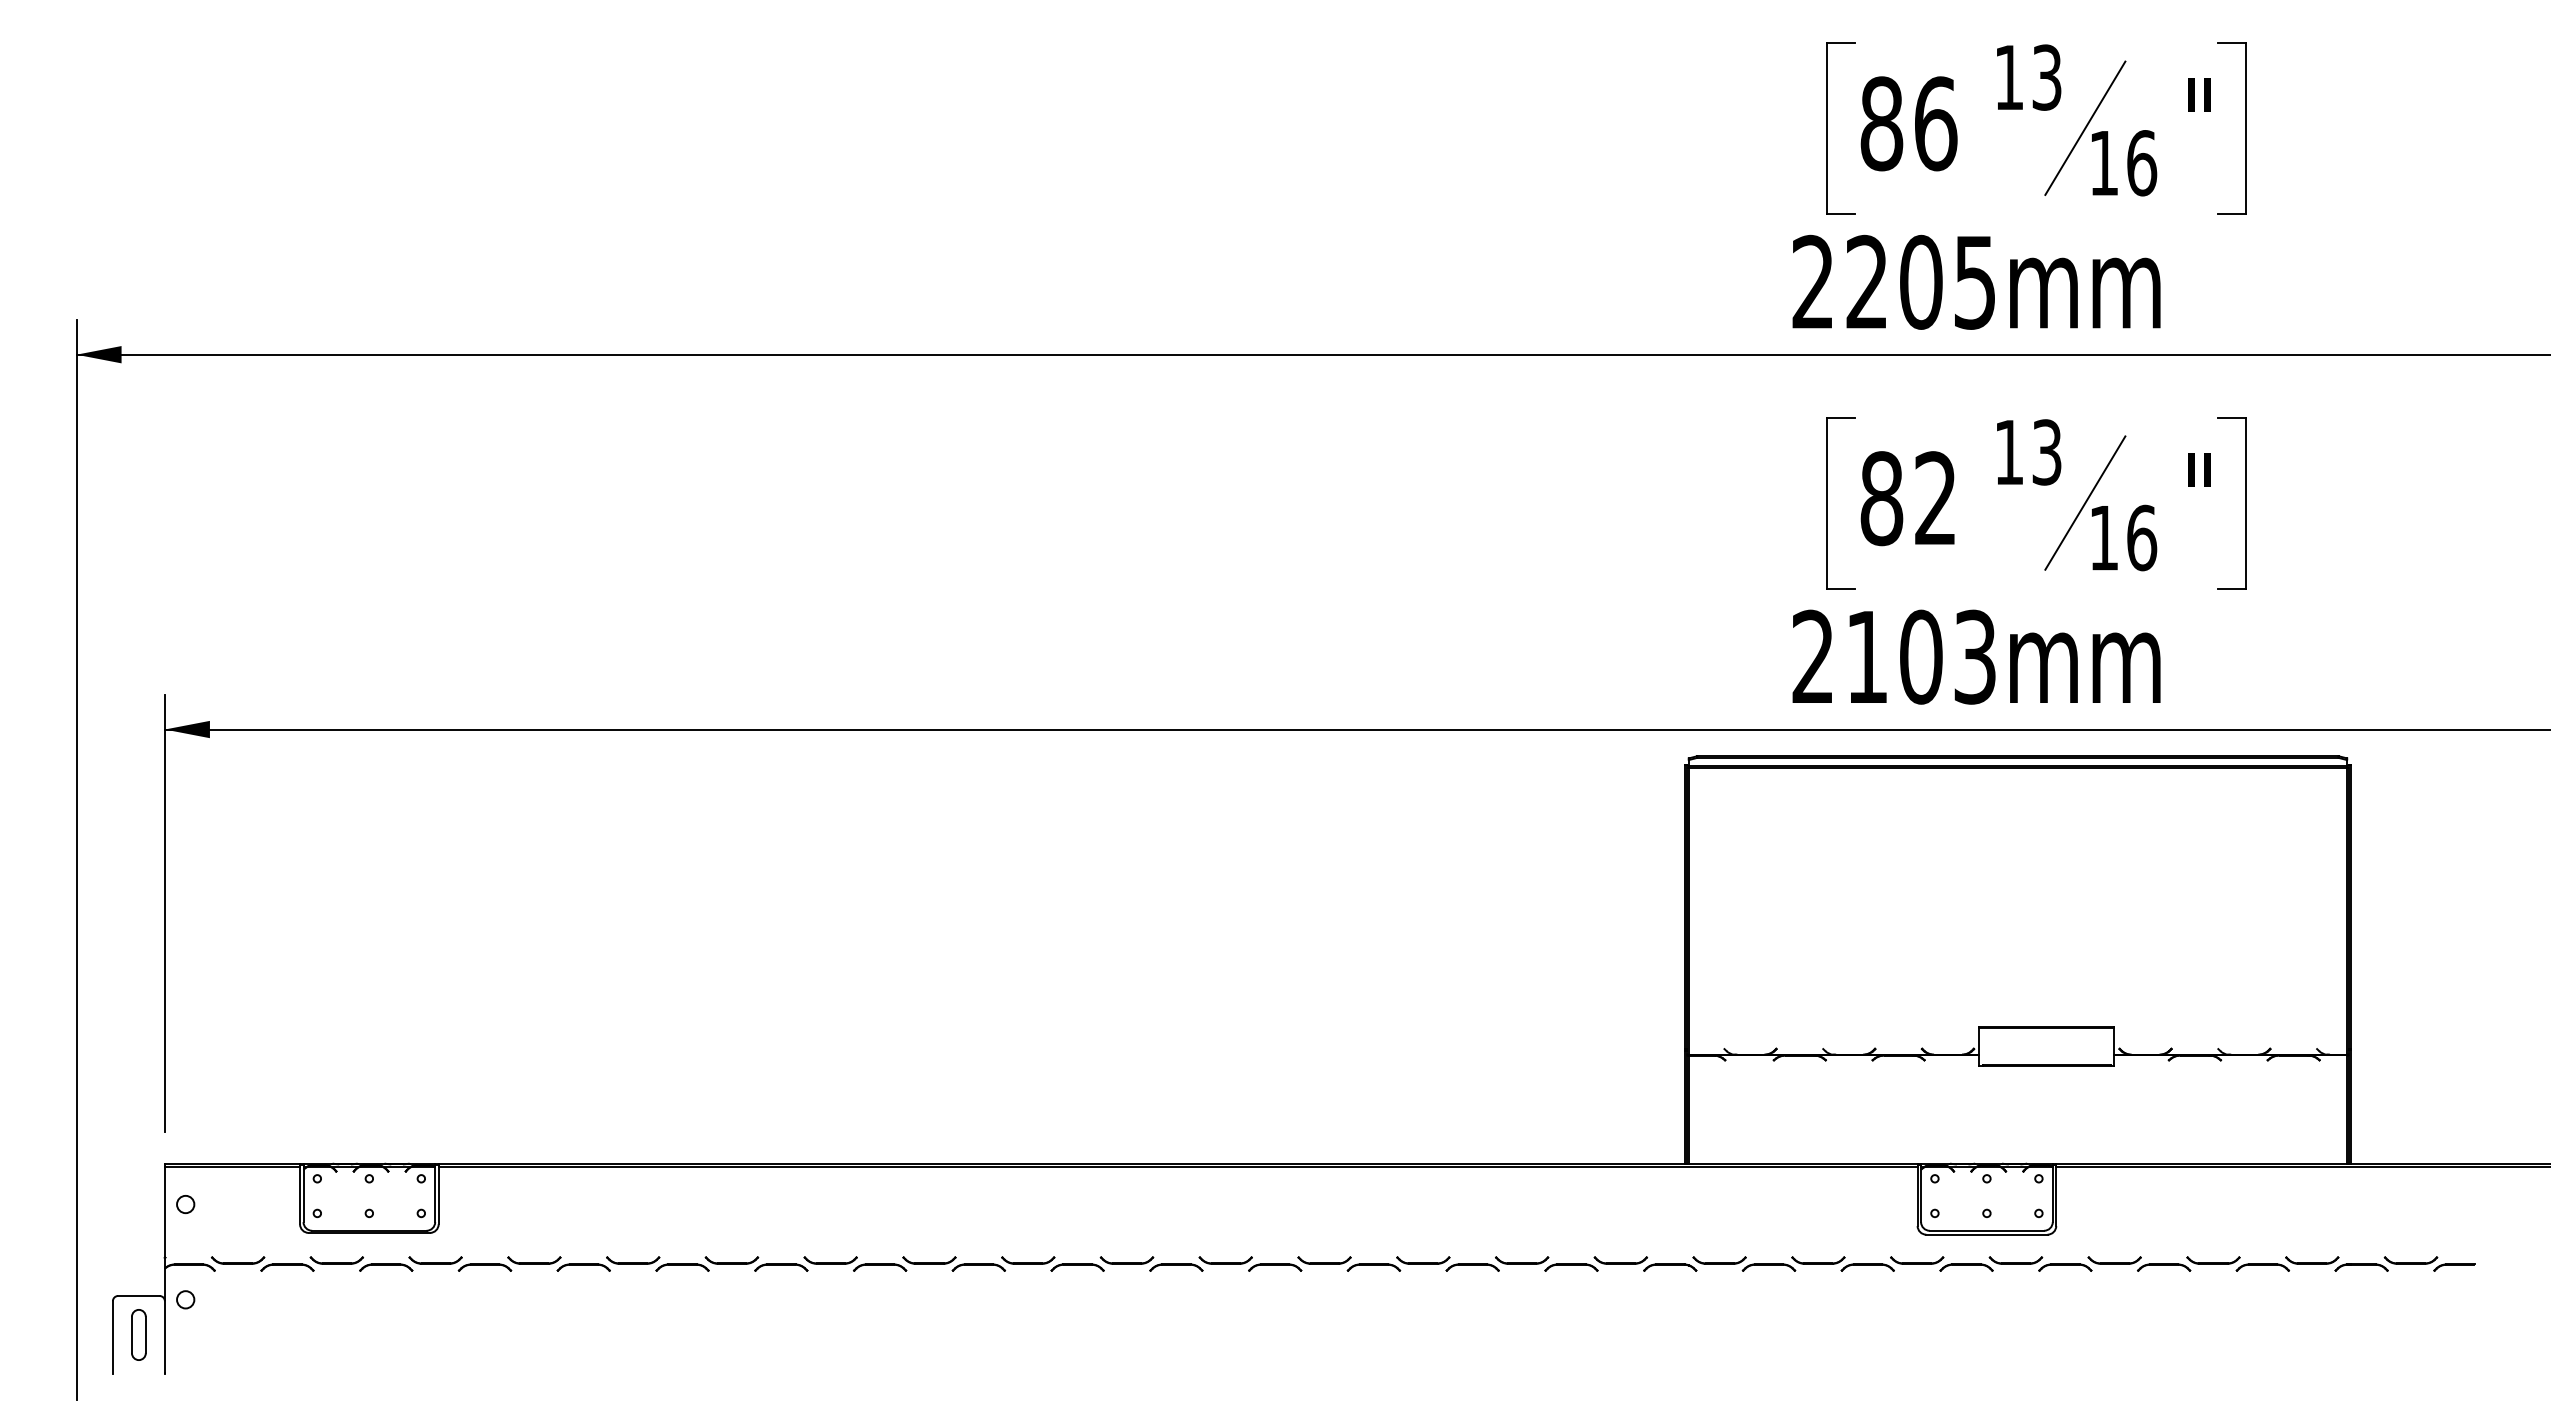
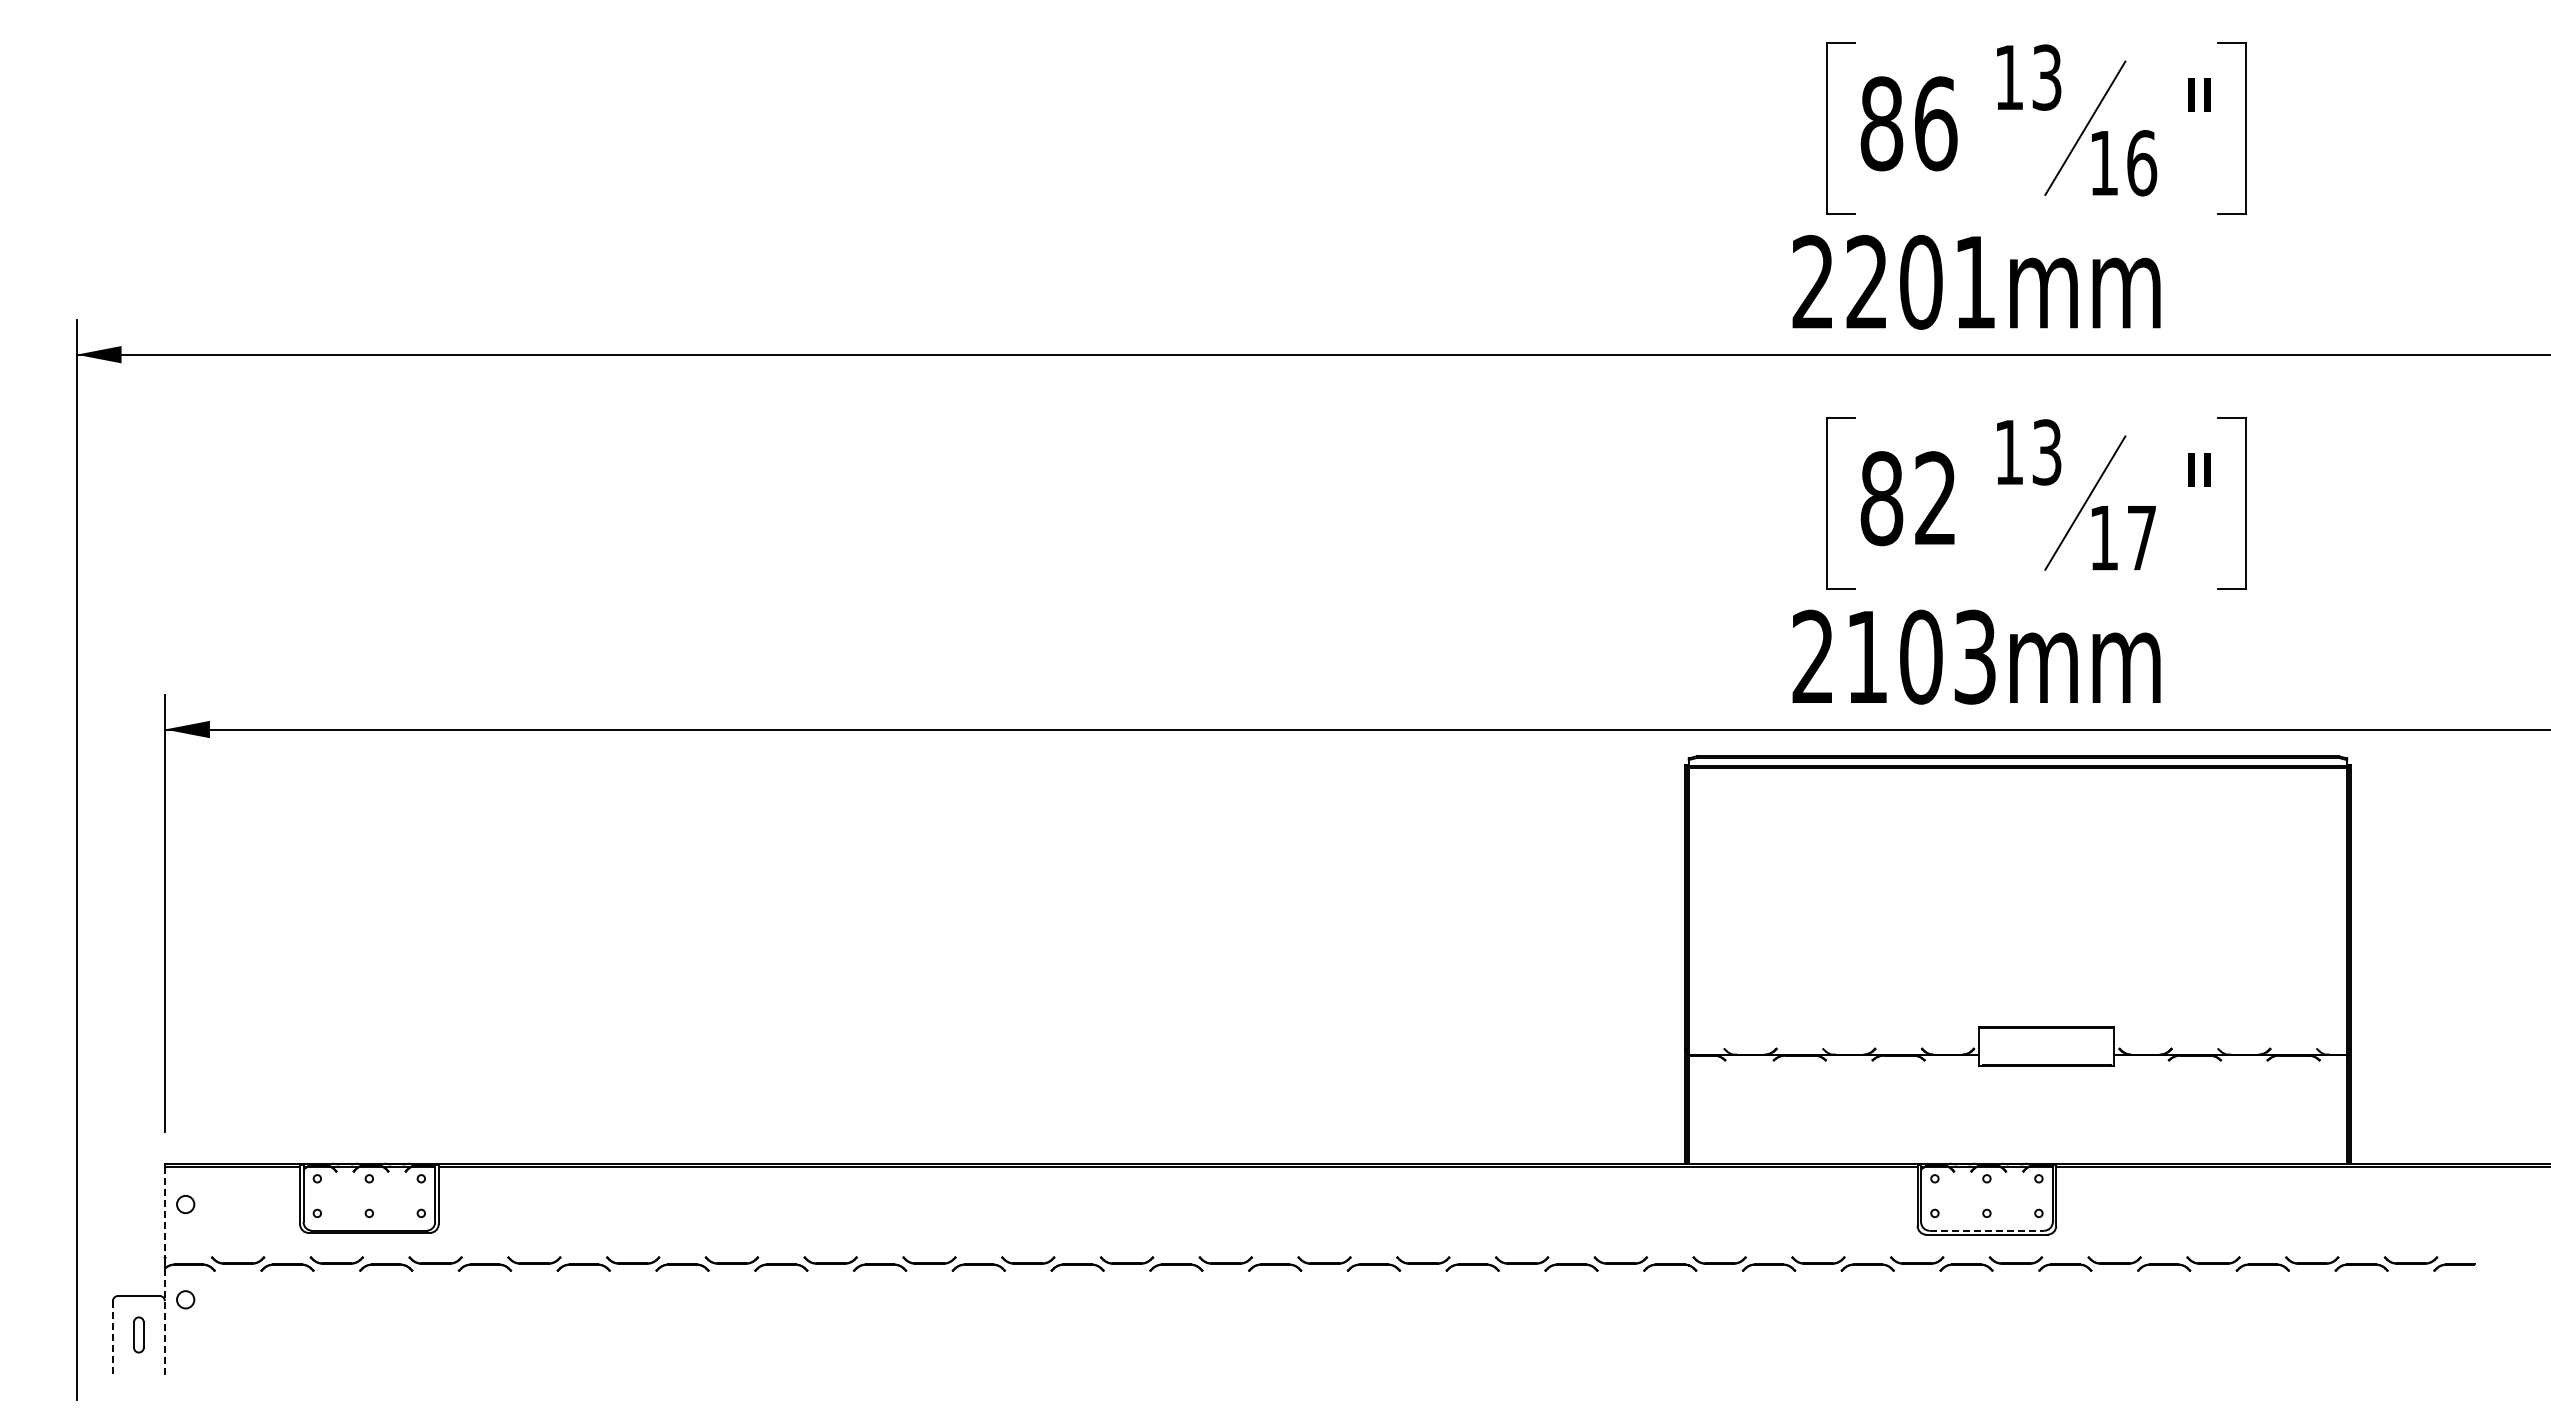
text at (1974, 282): 2205mm -> 2201mm
text at (2142, 537): 16 -> 17
line at (164, 1212): solid -> dashed
line at (1987, 1230): solid -> dashed
line at (164, 1321): solid -> dashed
part at (138, 1334) size: 16x52 px -> 12x38 px
line at (112, 1337): solid -> dashed
